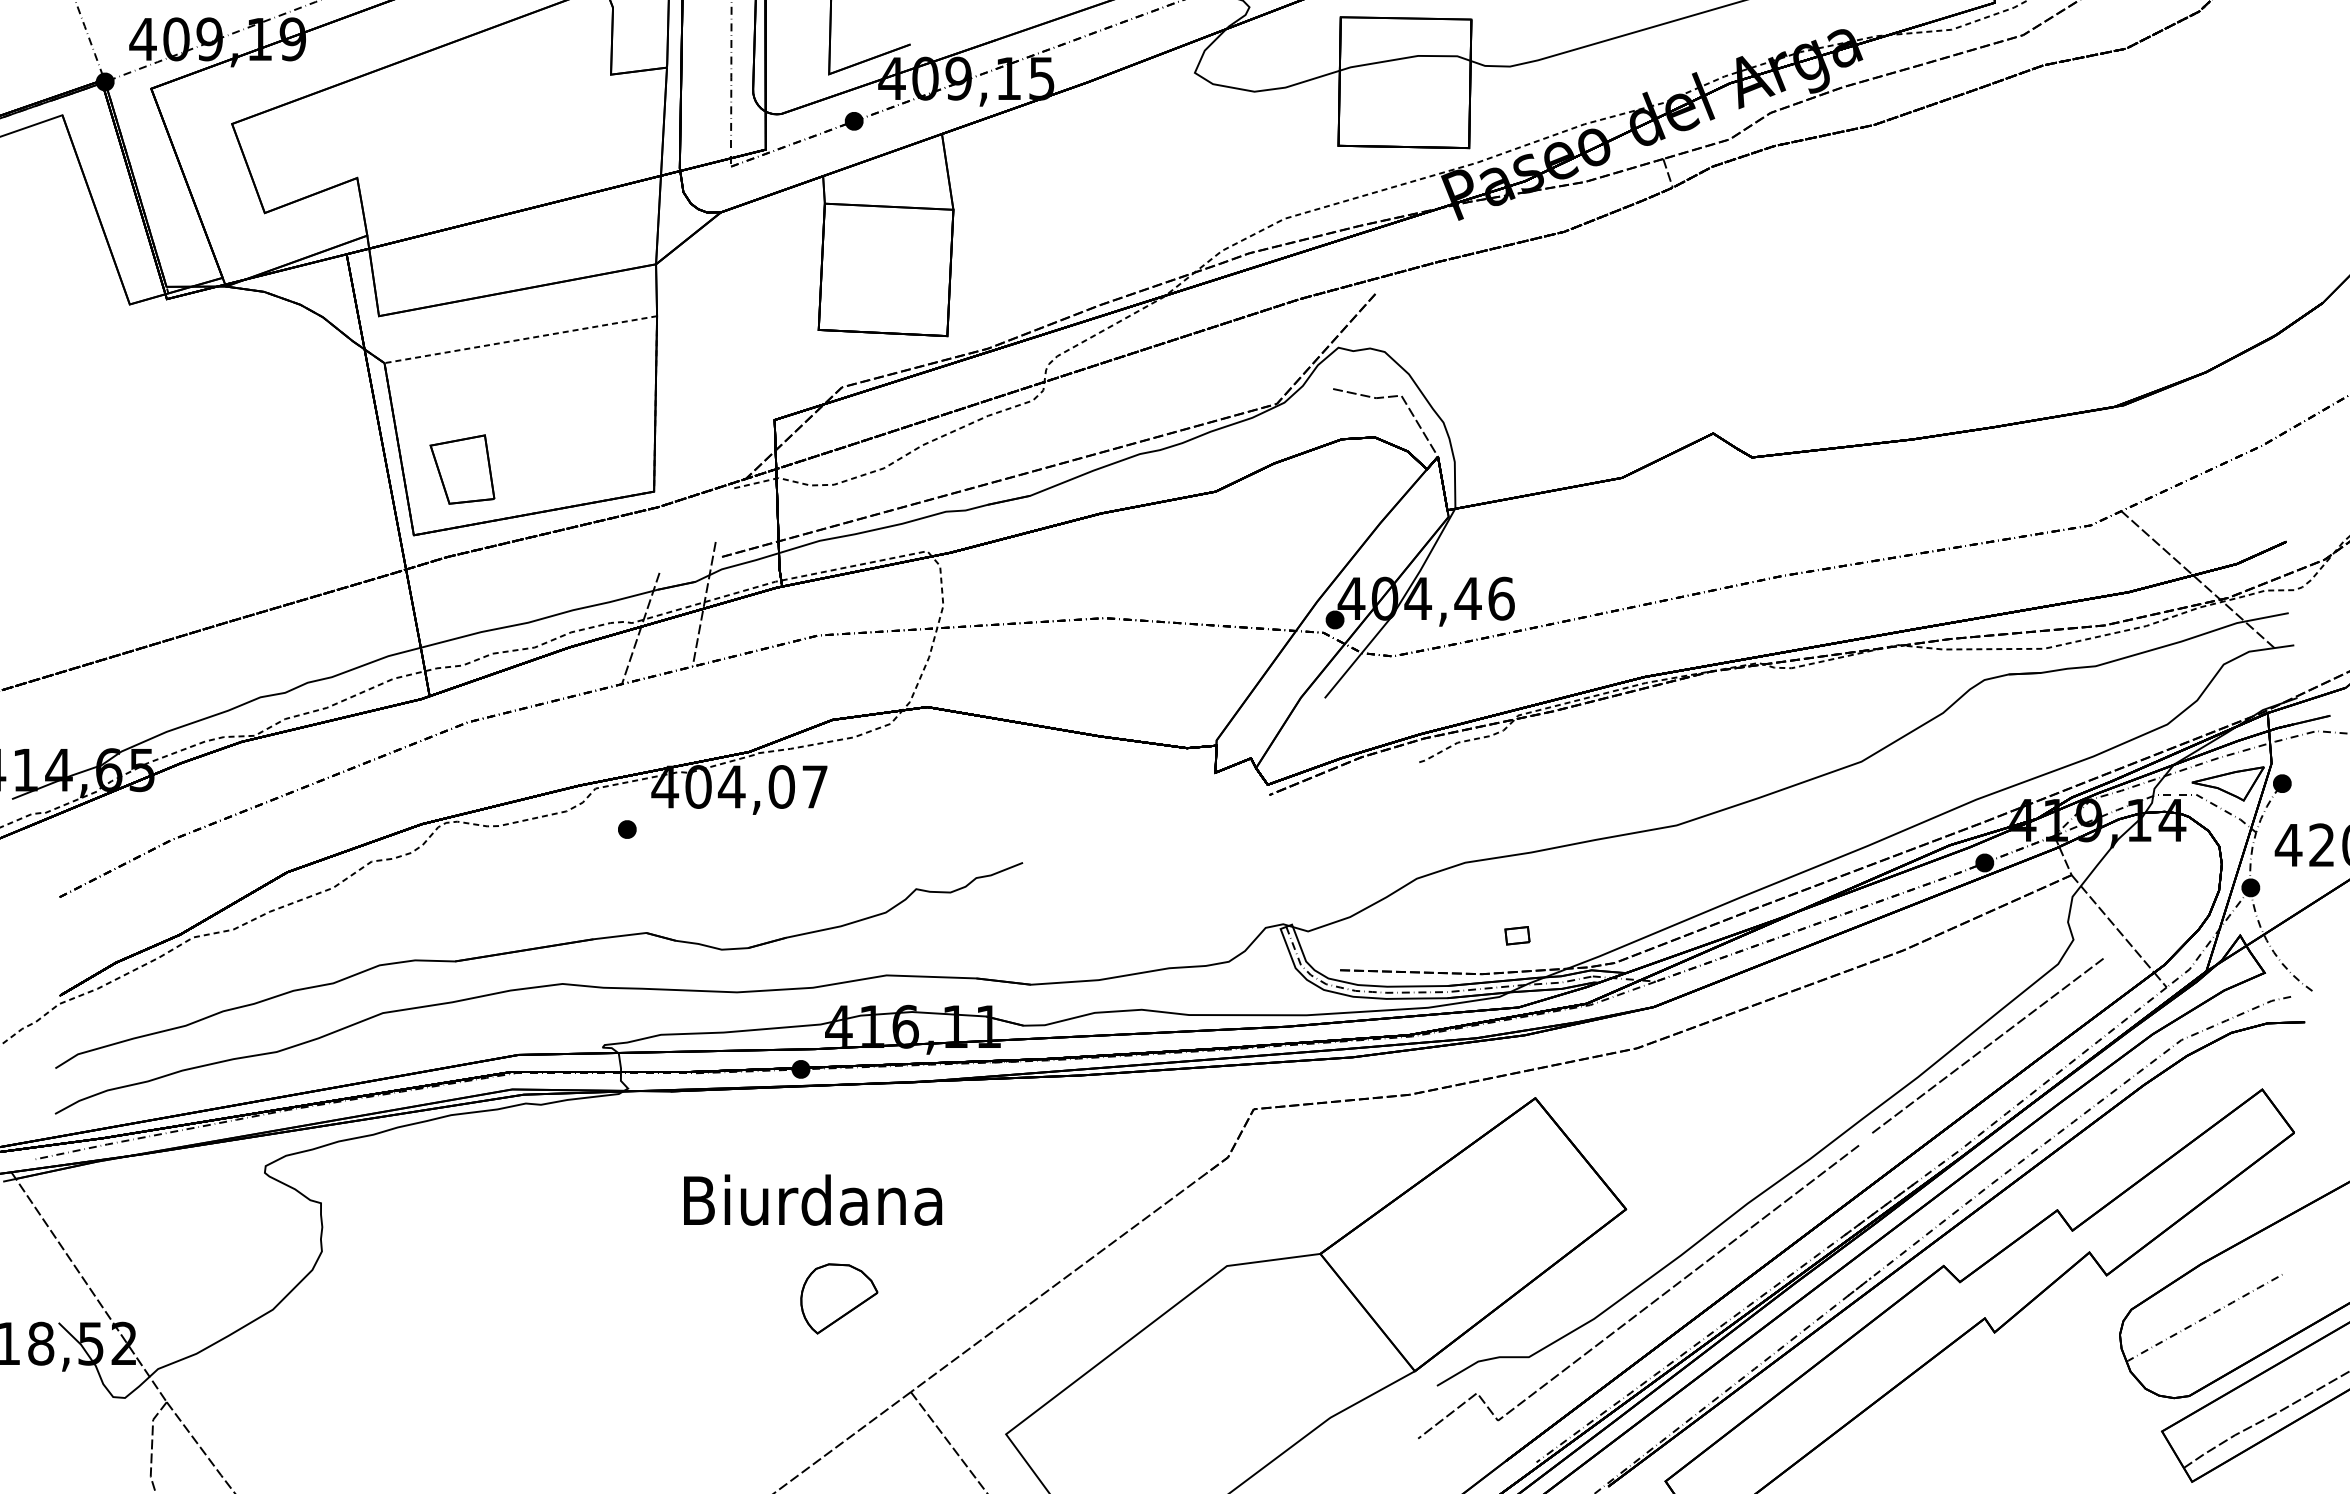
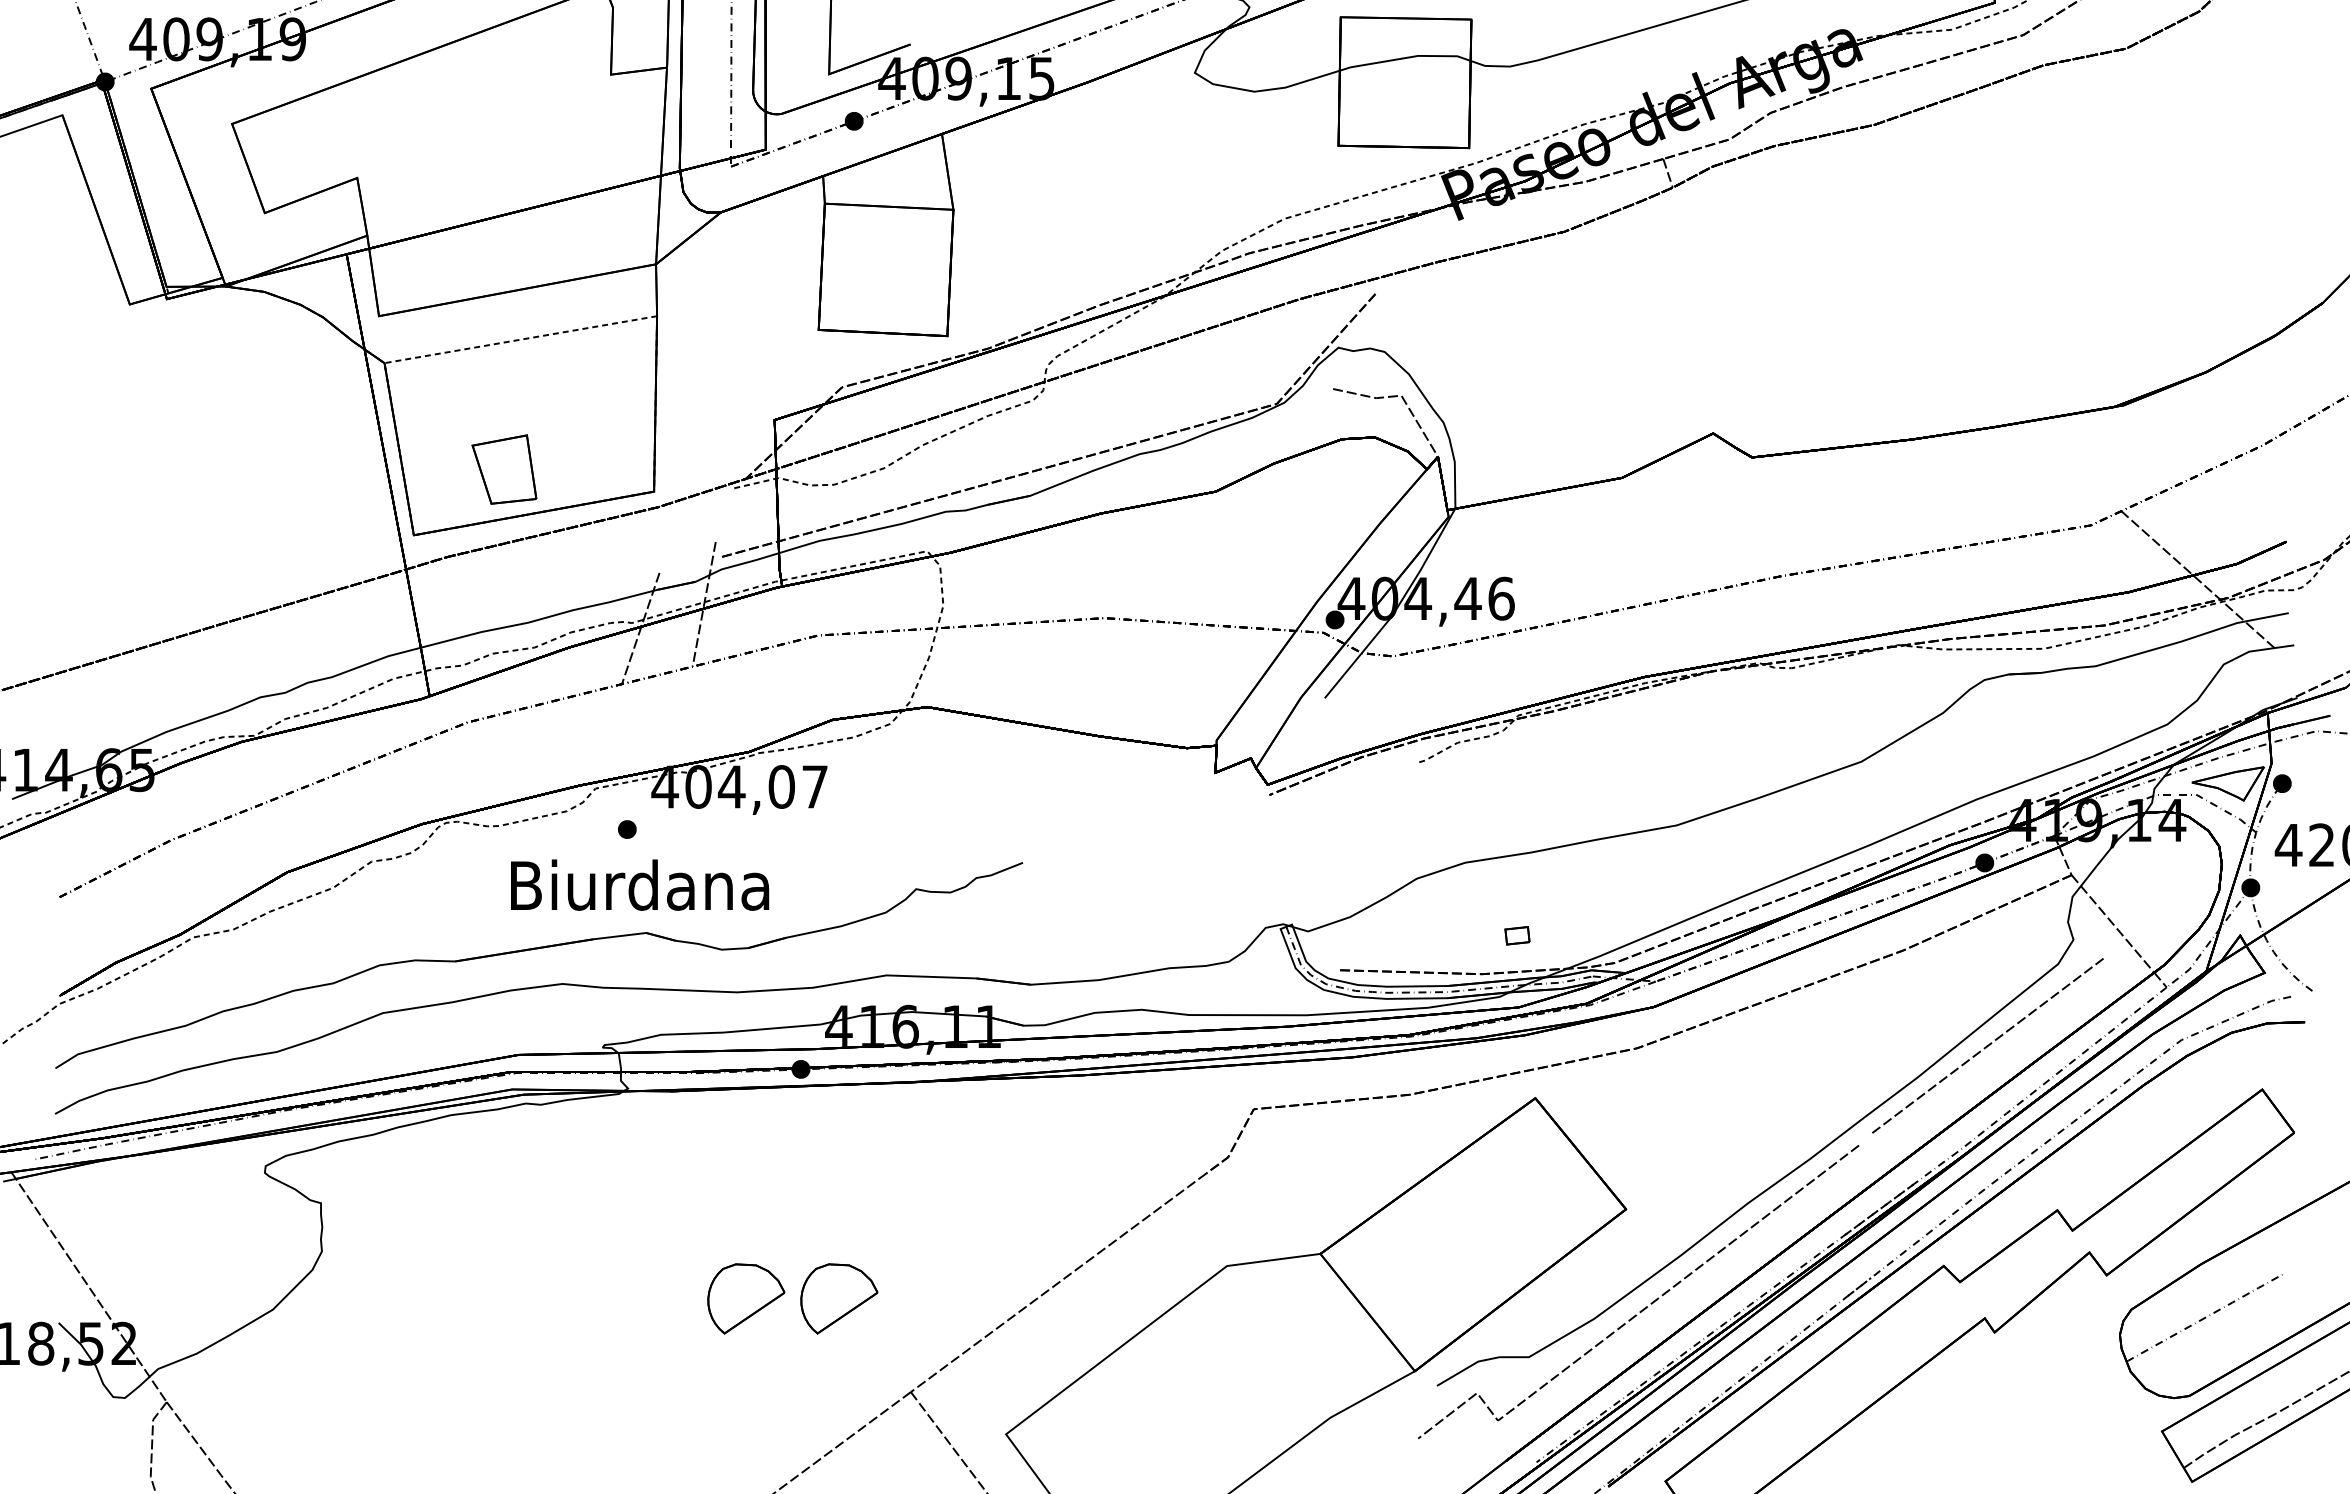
part at (462, 469) position: (462, 469) -> (504, 469)
text at (813, 1199) position: (813, 1199) -> (640, 884)
part at (746, 1298): none -> present
